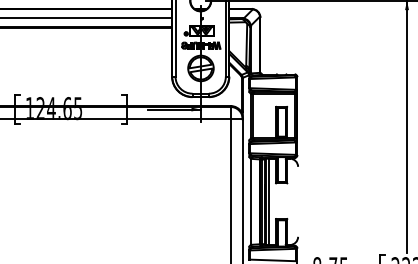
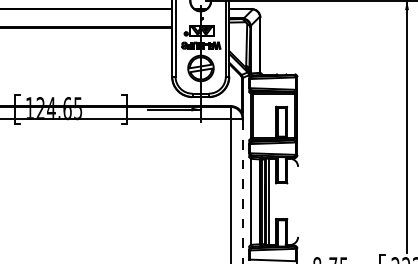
line at (87, 18): present -> none
line at (242, 192): solid -> dashed
